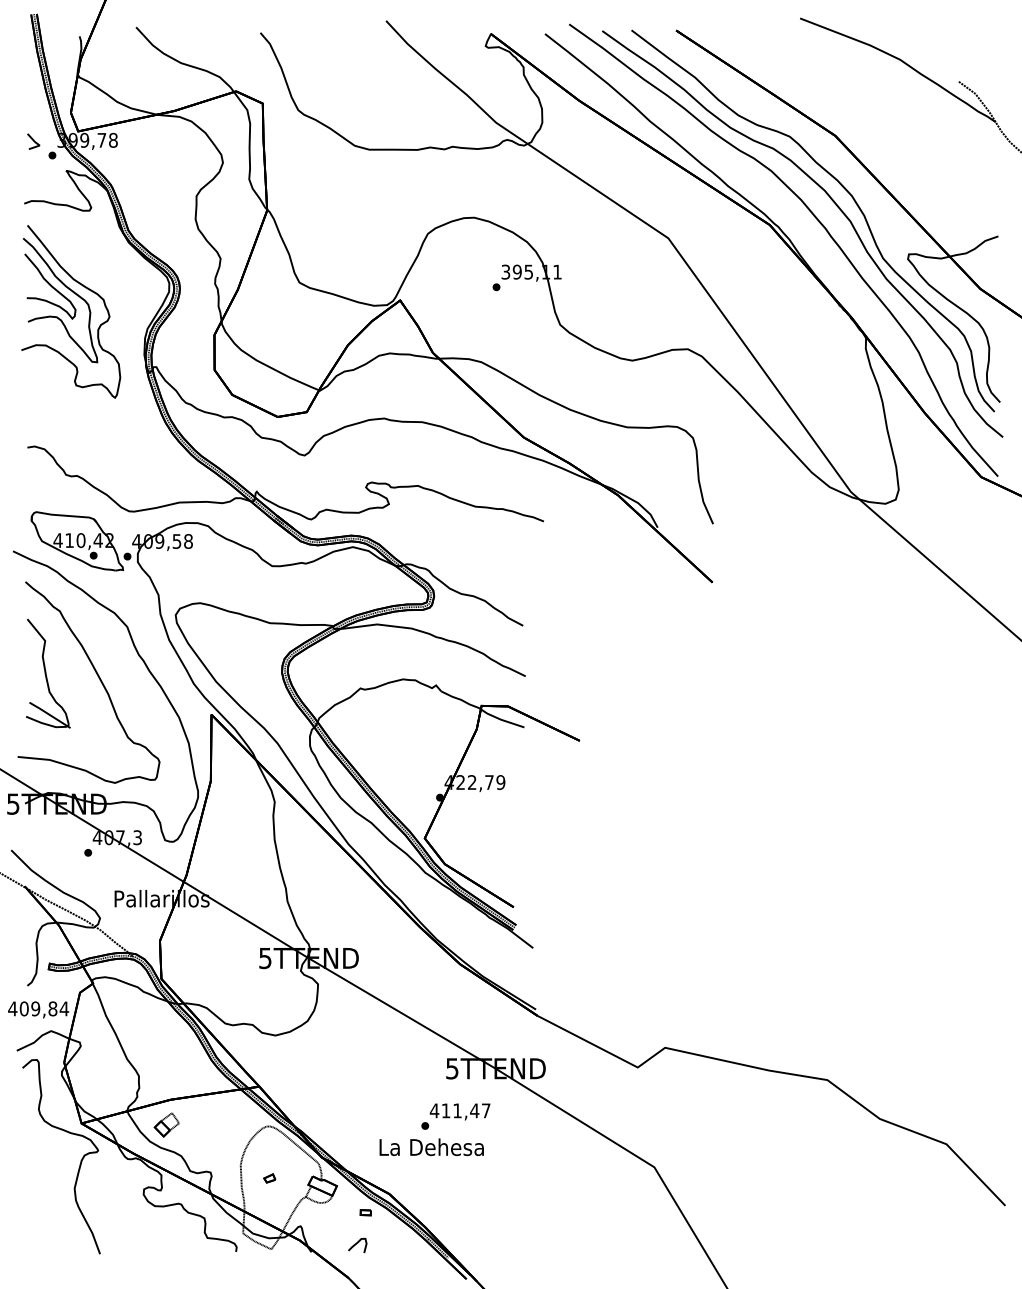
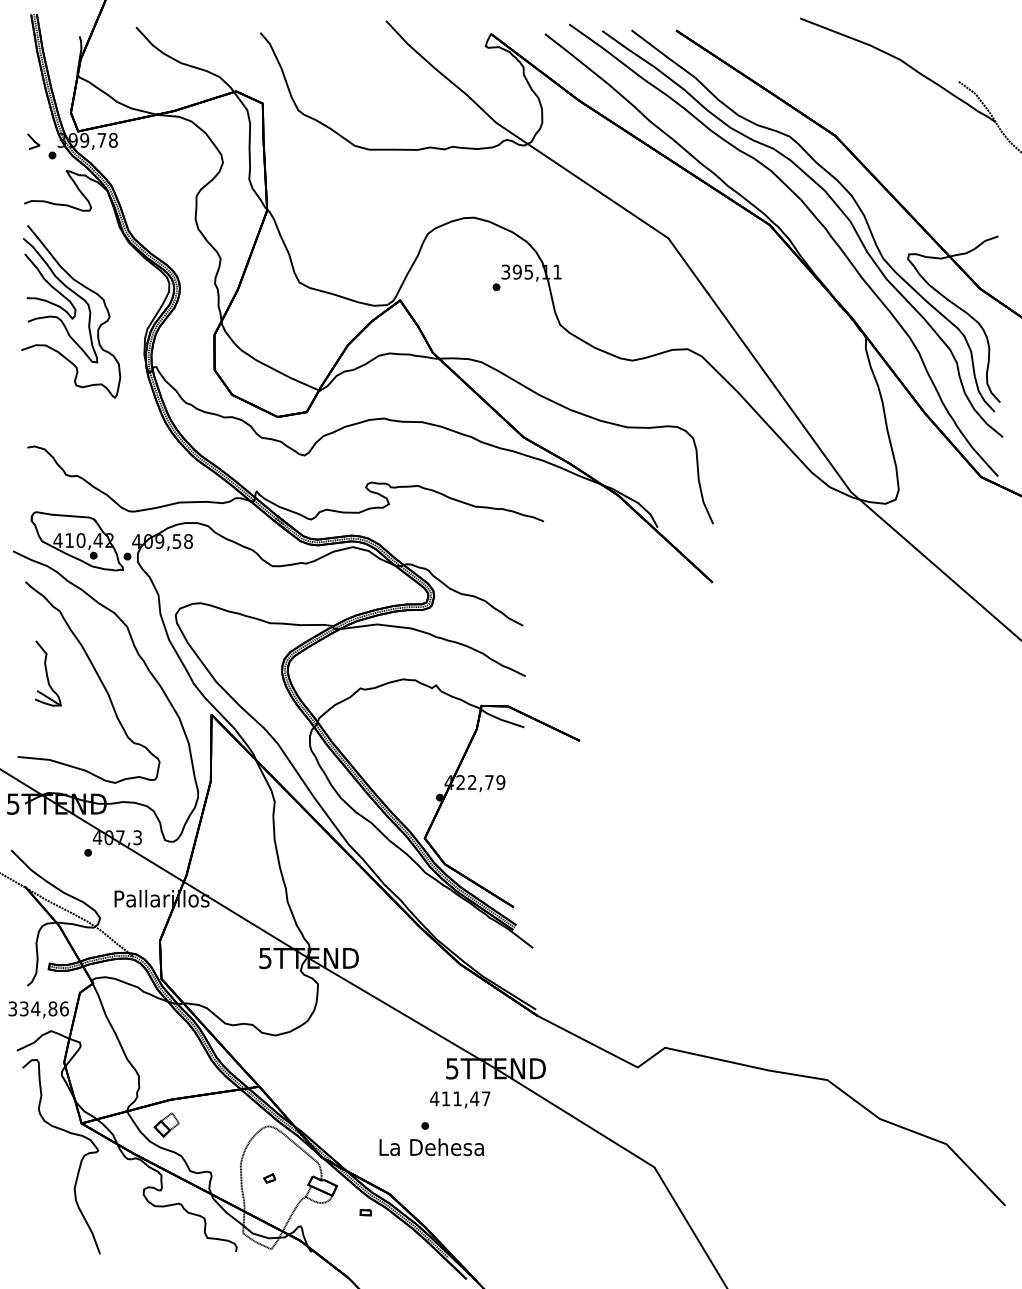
part at (48, 673) size: 45x111 px -> 27x67 px
text at (38, 1008): 409,84 -> 334,86
text at (459, 1111) position: (459, 1111) -> (459, 1099)
curve at (356, 1244): present -> none
